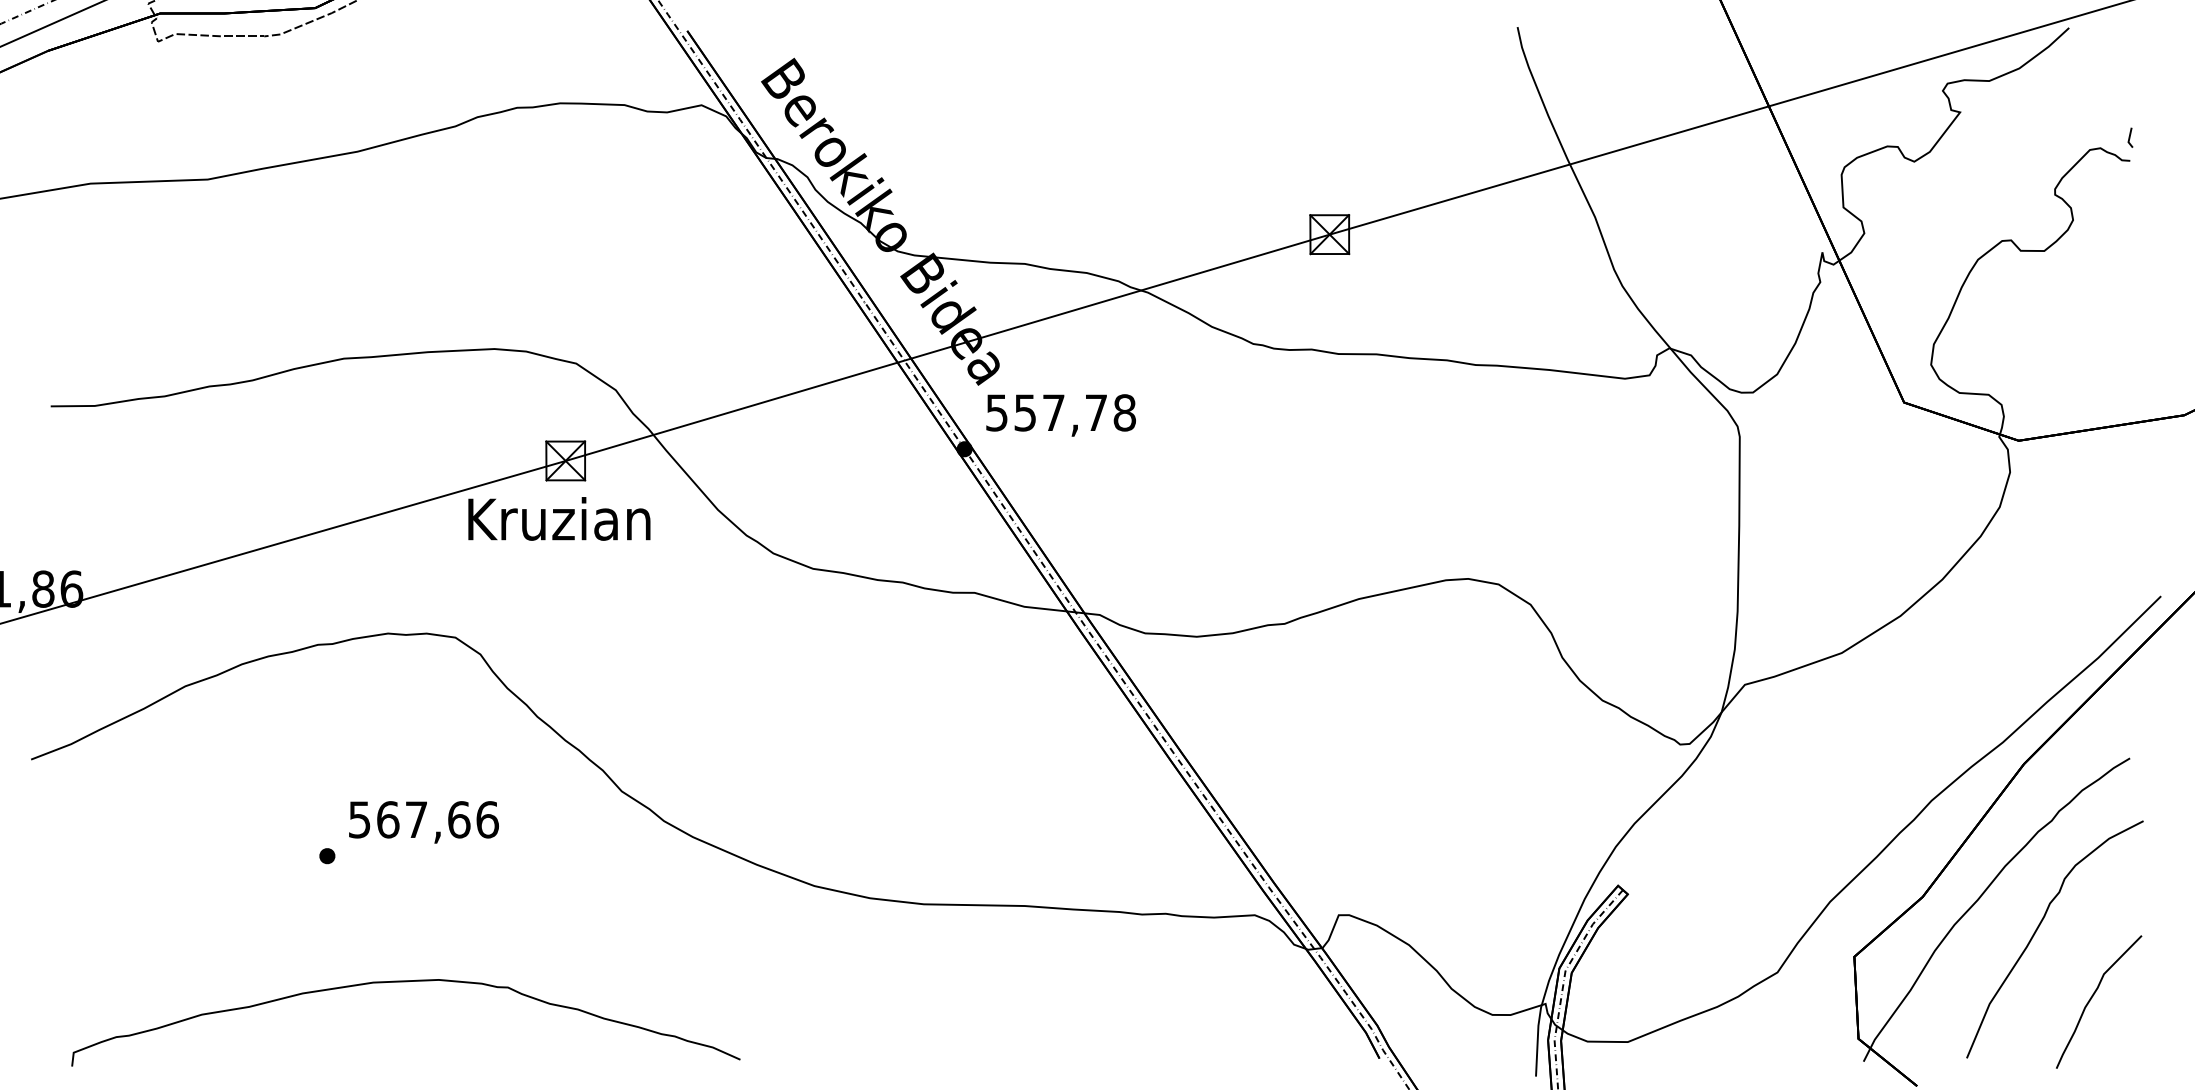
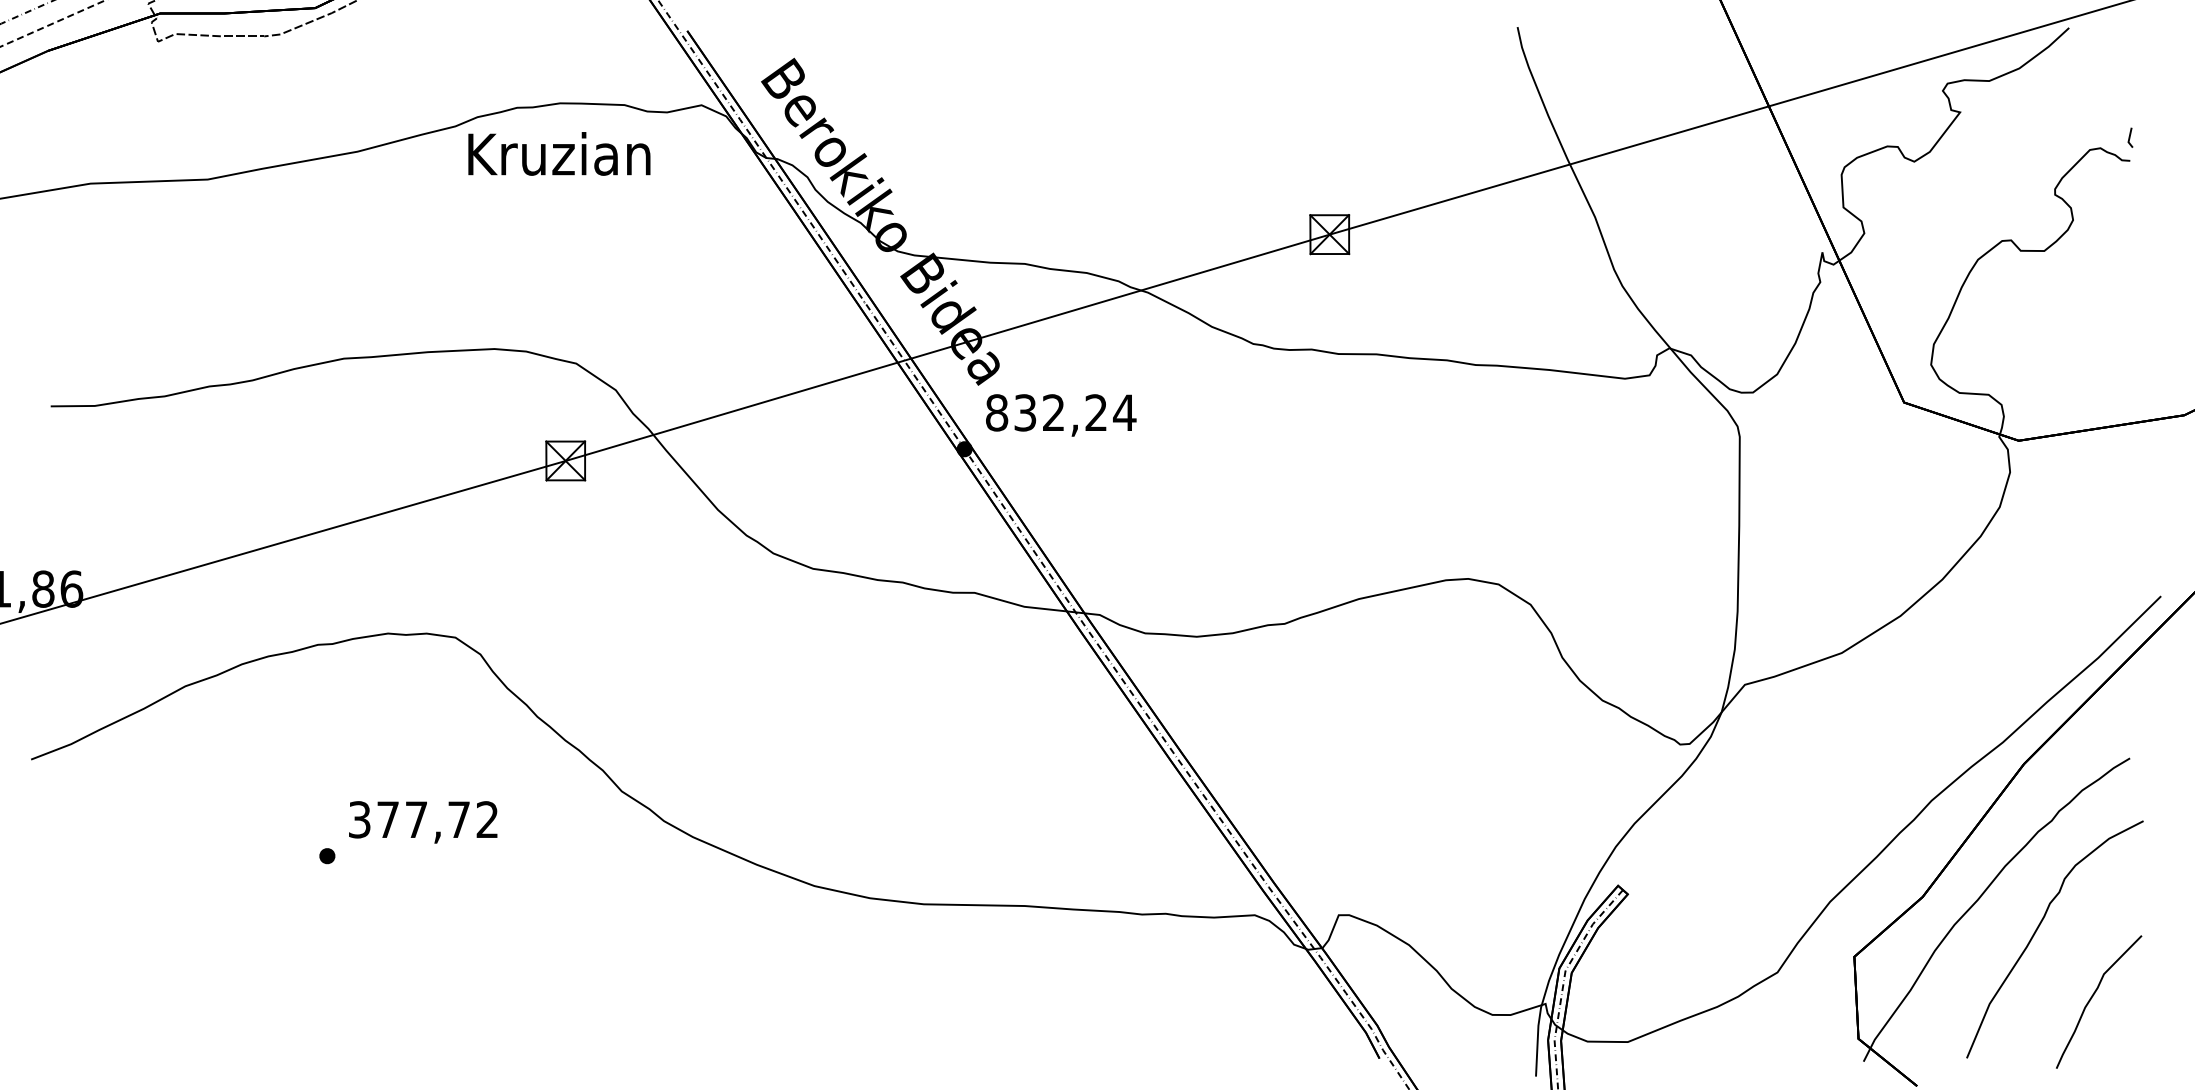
line at (53, 23): solid -> dashed
text at (1061, 412): 557,78 -> 832,24
text at (559, 518) position: (559, 518) -> (559, 153)
text at (423, 819): 567,66 -> 377,72
curve at (405, 982): present -> none
